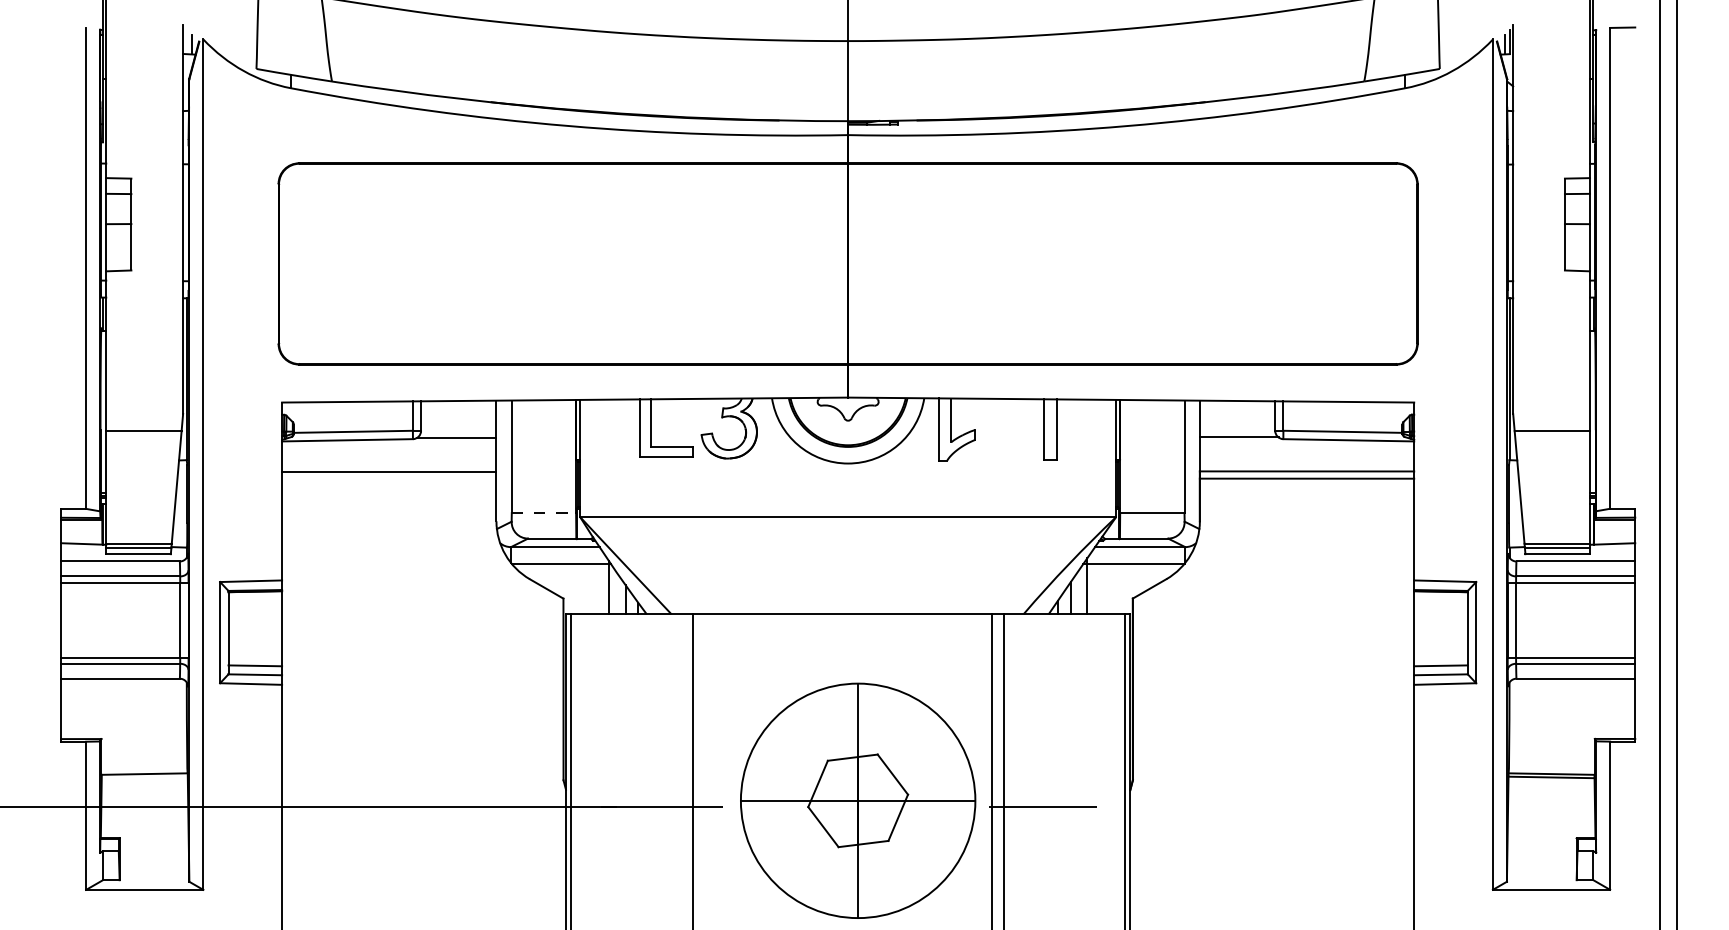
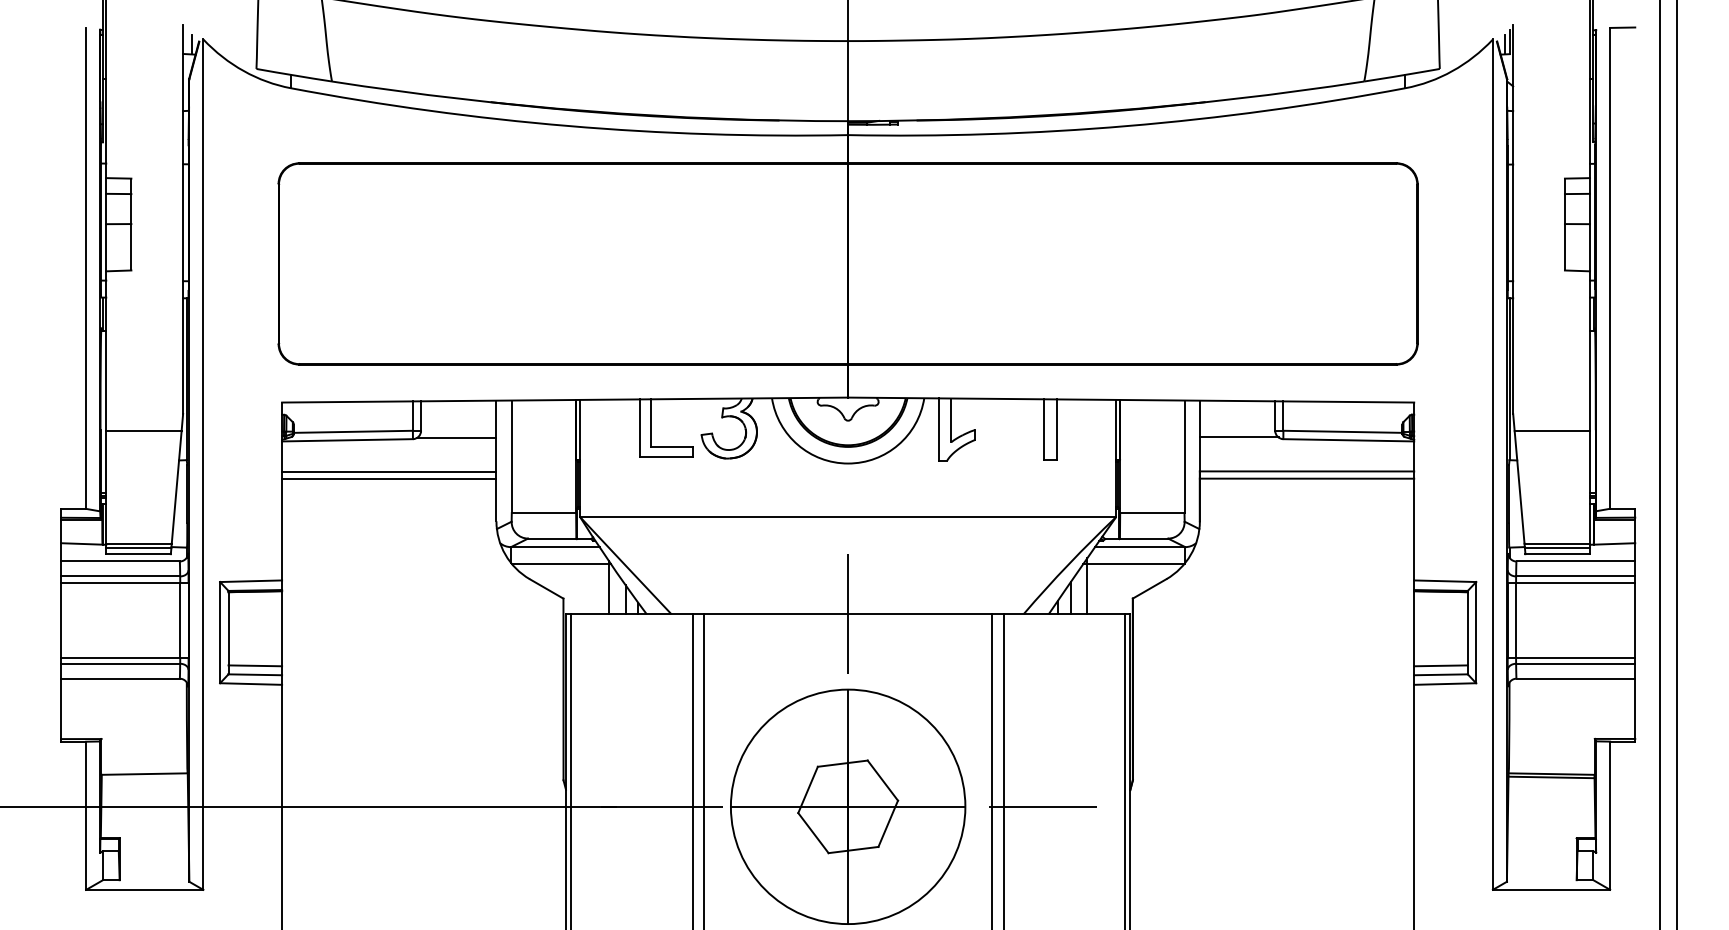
line at (389, 478): none -> present
line at (544, 513): dashed -> solid
line at (848, 613): none -> present
line at (704, 770): none -> present
part at (858, 800) position: (858, 800) -> (848, 806)
